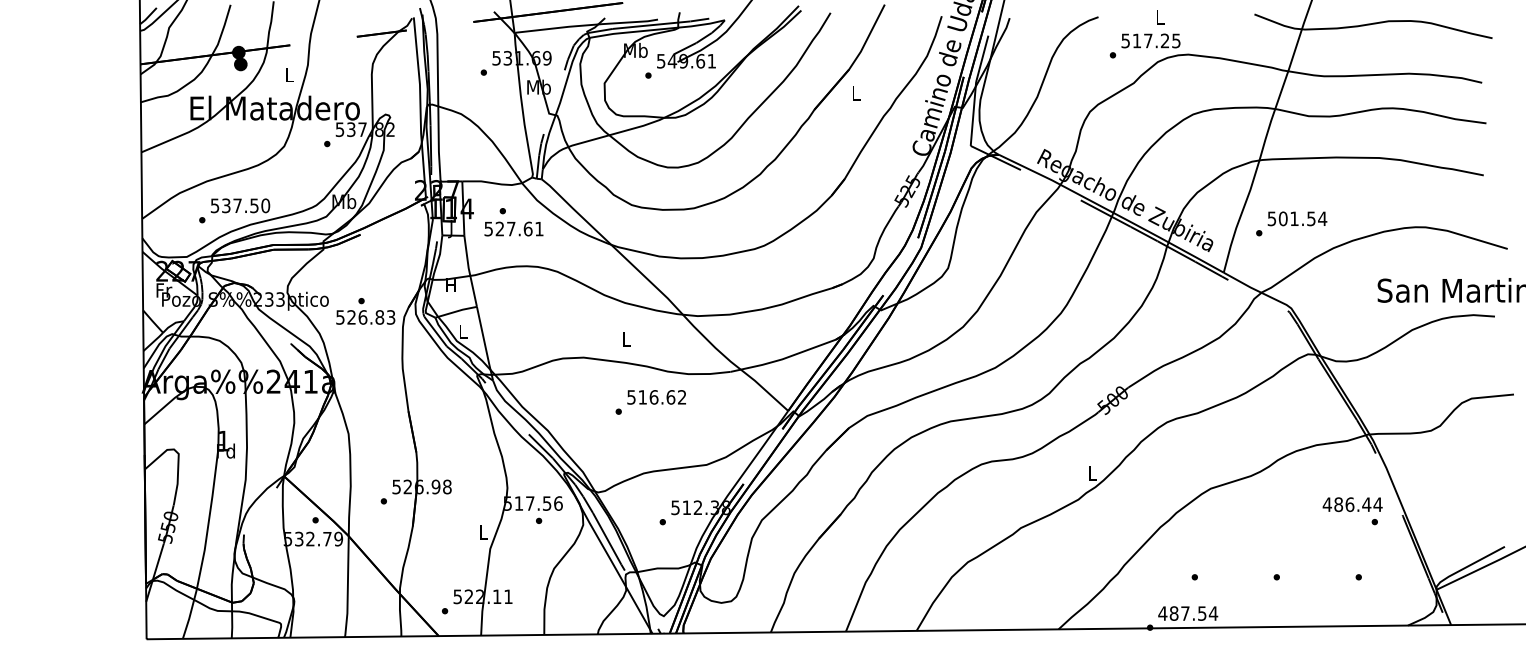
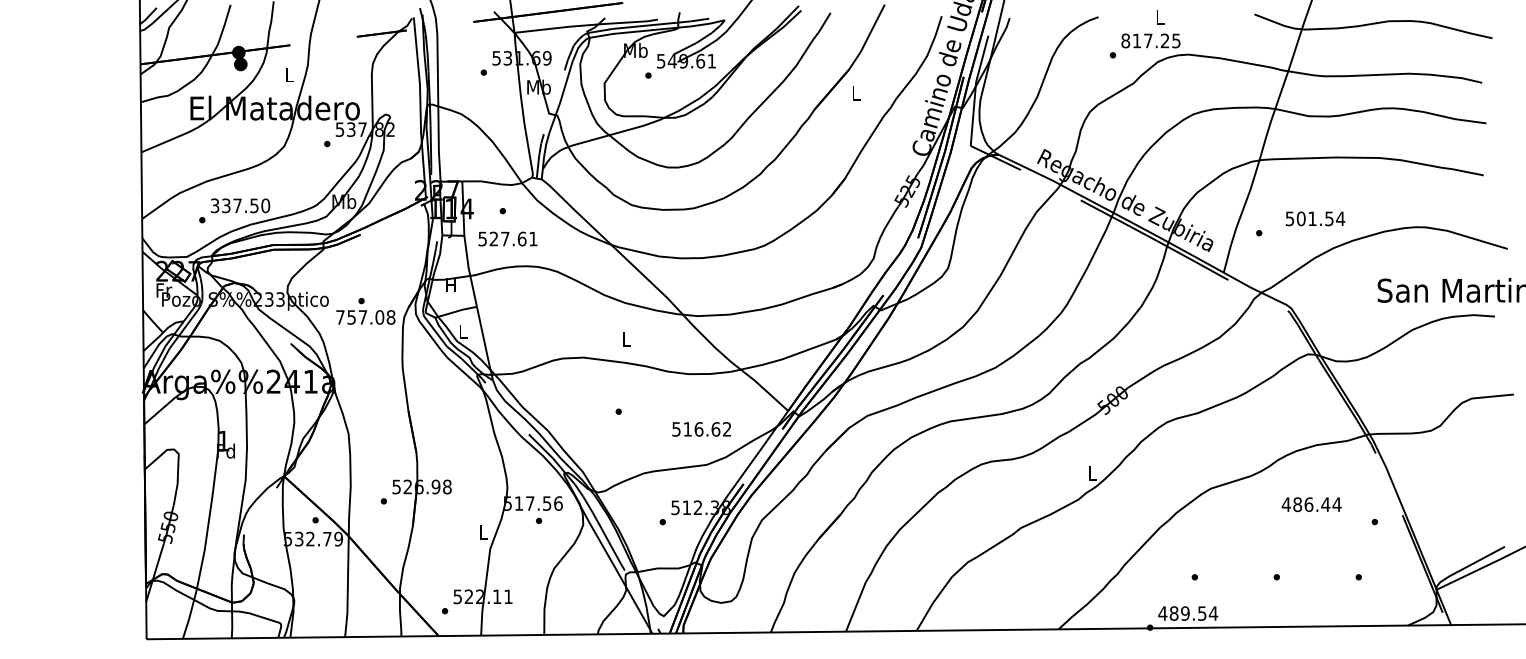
text at (1125, 40): 517.25 -> 817.25
text at (215, 205): 537.50 -> 337.50
text at (1297, 218) position: (1297, 218) -> (1315, 218)
text at (513, 228) position: (513, 228) -> (507, 238)
text at (365, 317): 526.83 -> 757.08
text at (656, 397) position: (656, 397) -> (701, 429)
text at (1352, 504) position: (1352, 504) -> (1311, 504)
text at (1185, 613): 487.54 -> 489.54
